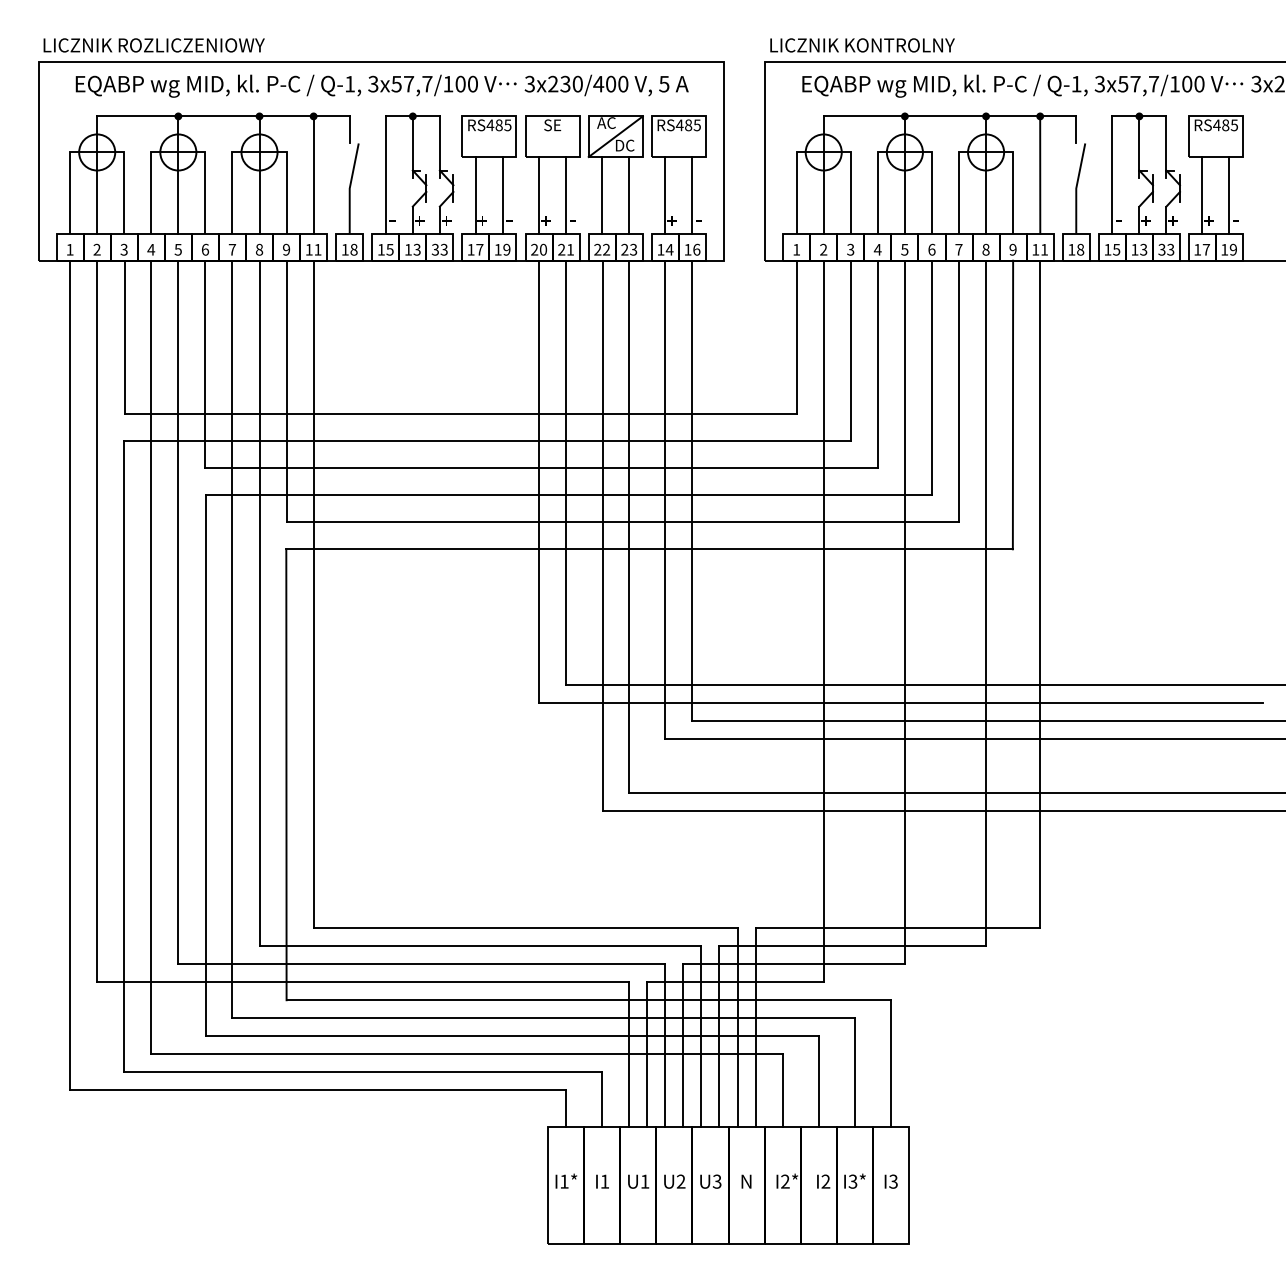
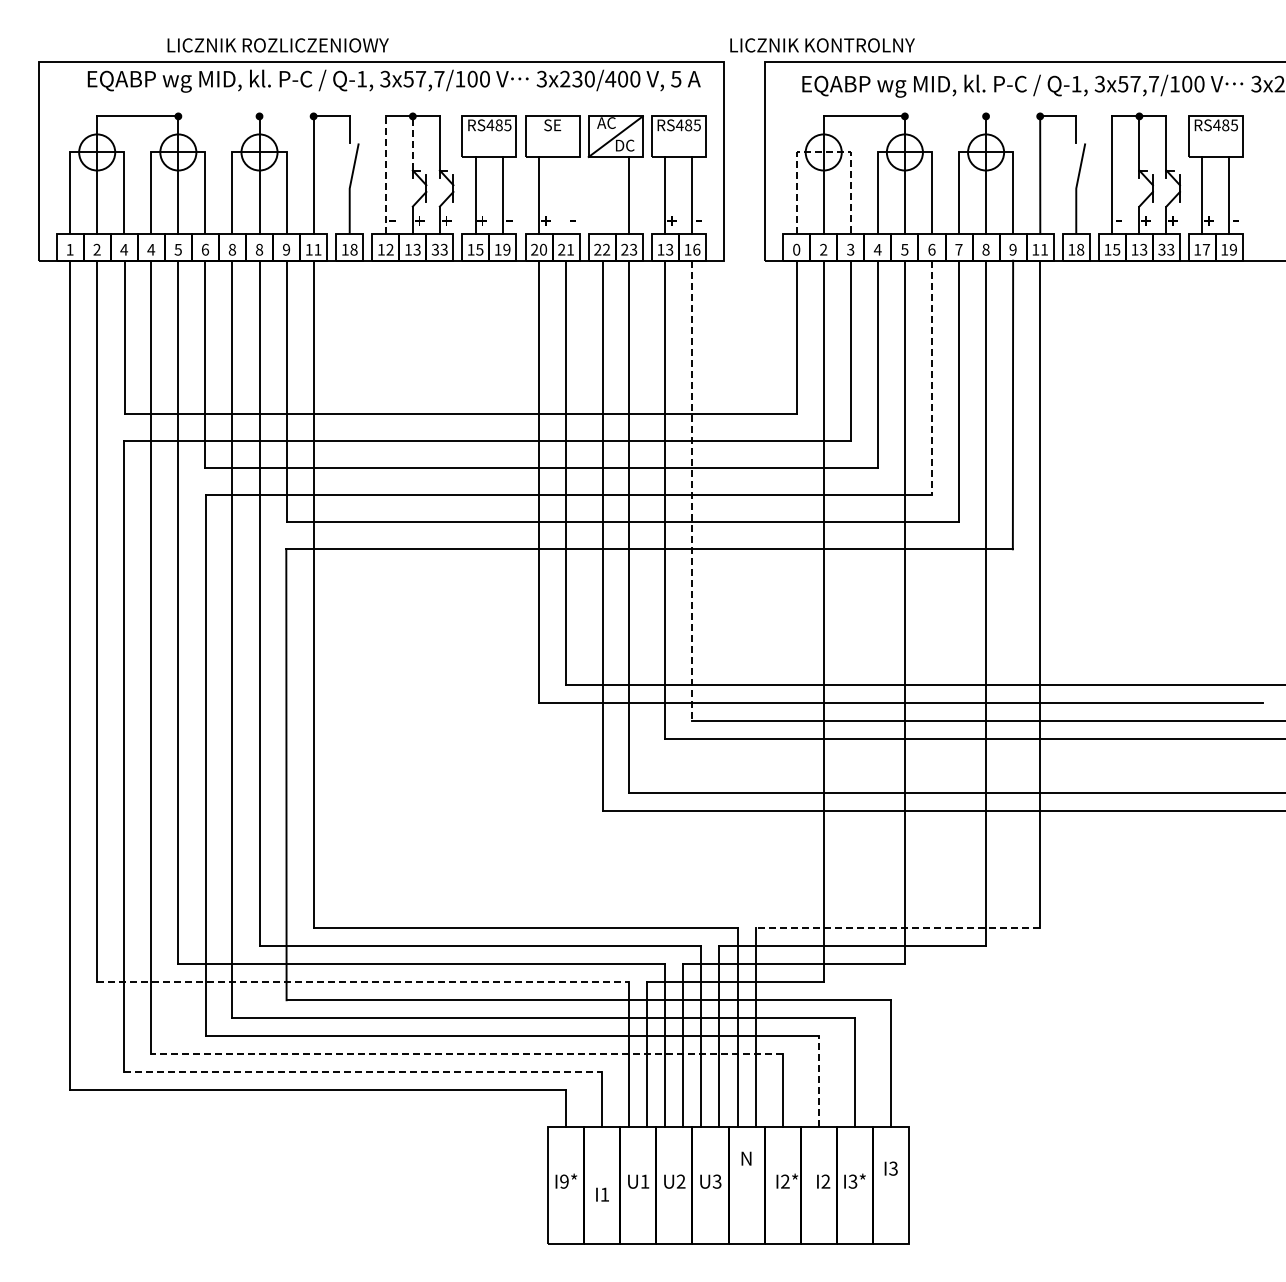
text at (153, 45) position: (153, 45) -> (277, 45)
text at (862, 45) position: (862, 45) -> (822, 45)
text at (381, 85) position: (381, 85) -> (393, 80)
line at (218, 116): present -> none
line at (286, 116): present -> none
line at (945, 116): present -> none
line at (1013, 116): present -> none
line at (412, 144): solid -> dashed
line at (824, 152): solid -> dashed
line at (385, 175): solid -> dashed
line at (566, 194): present -> none
line at (602, 194): present -> none
text at (124, 249): 3 -> 4
text at (232, 249): 7 -> 8
text at (389, 249): 15 -> 12
text at (479, 249): 17 -> 15
text at (669, 249): 14 -> 13
text at (796, 249): 1 -> 0
line at (931, 378): solid -> dashed
line at (692, 490): solid -> dashed
line at (897, 928): solid -> dashed
line at (363, 982): solid -> dashed
line at (466, 1054): solid -> dashed
line at (363, 1072): solid -> dashed
line at (818, 1080): solid -> dashed
text at (564, 1181): I1* -> I9*
text at (602, 1181) position: (602, 1181) -> (602, 1194)
text at (746, 1181) position: (746, 1181) -> (746, 1158)
text at (890, 1181) position: (890, 1181) -> (890, 1168)
